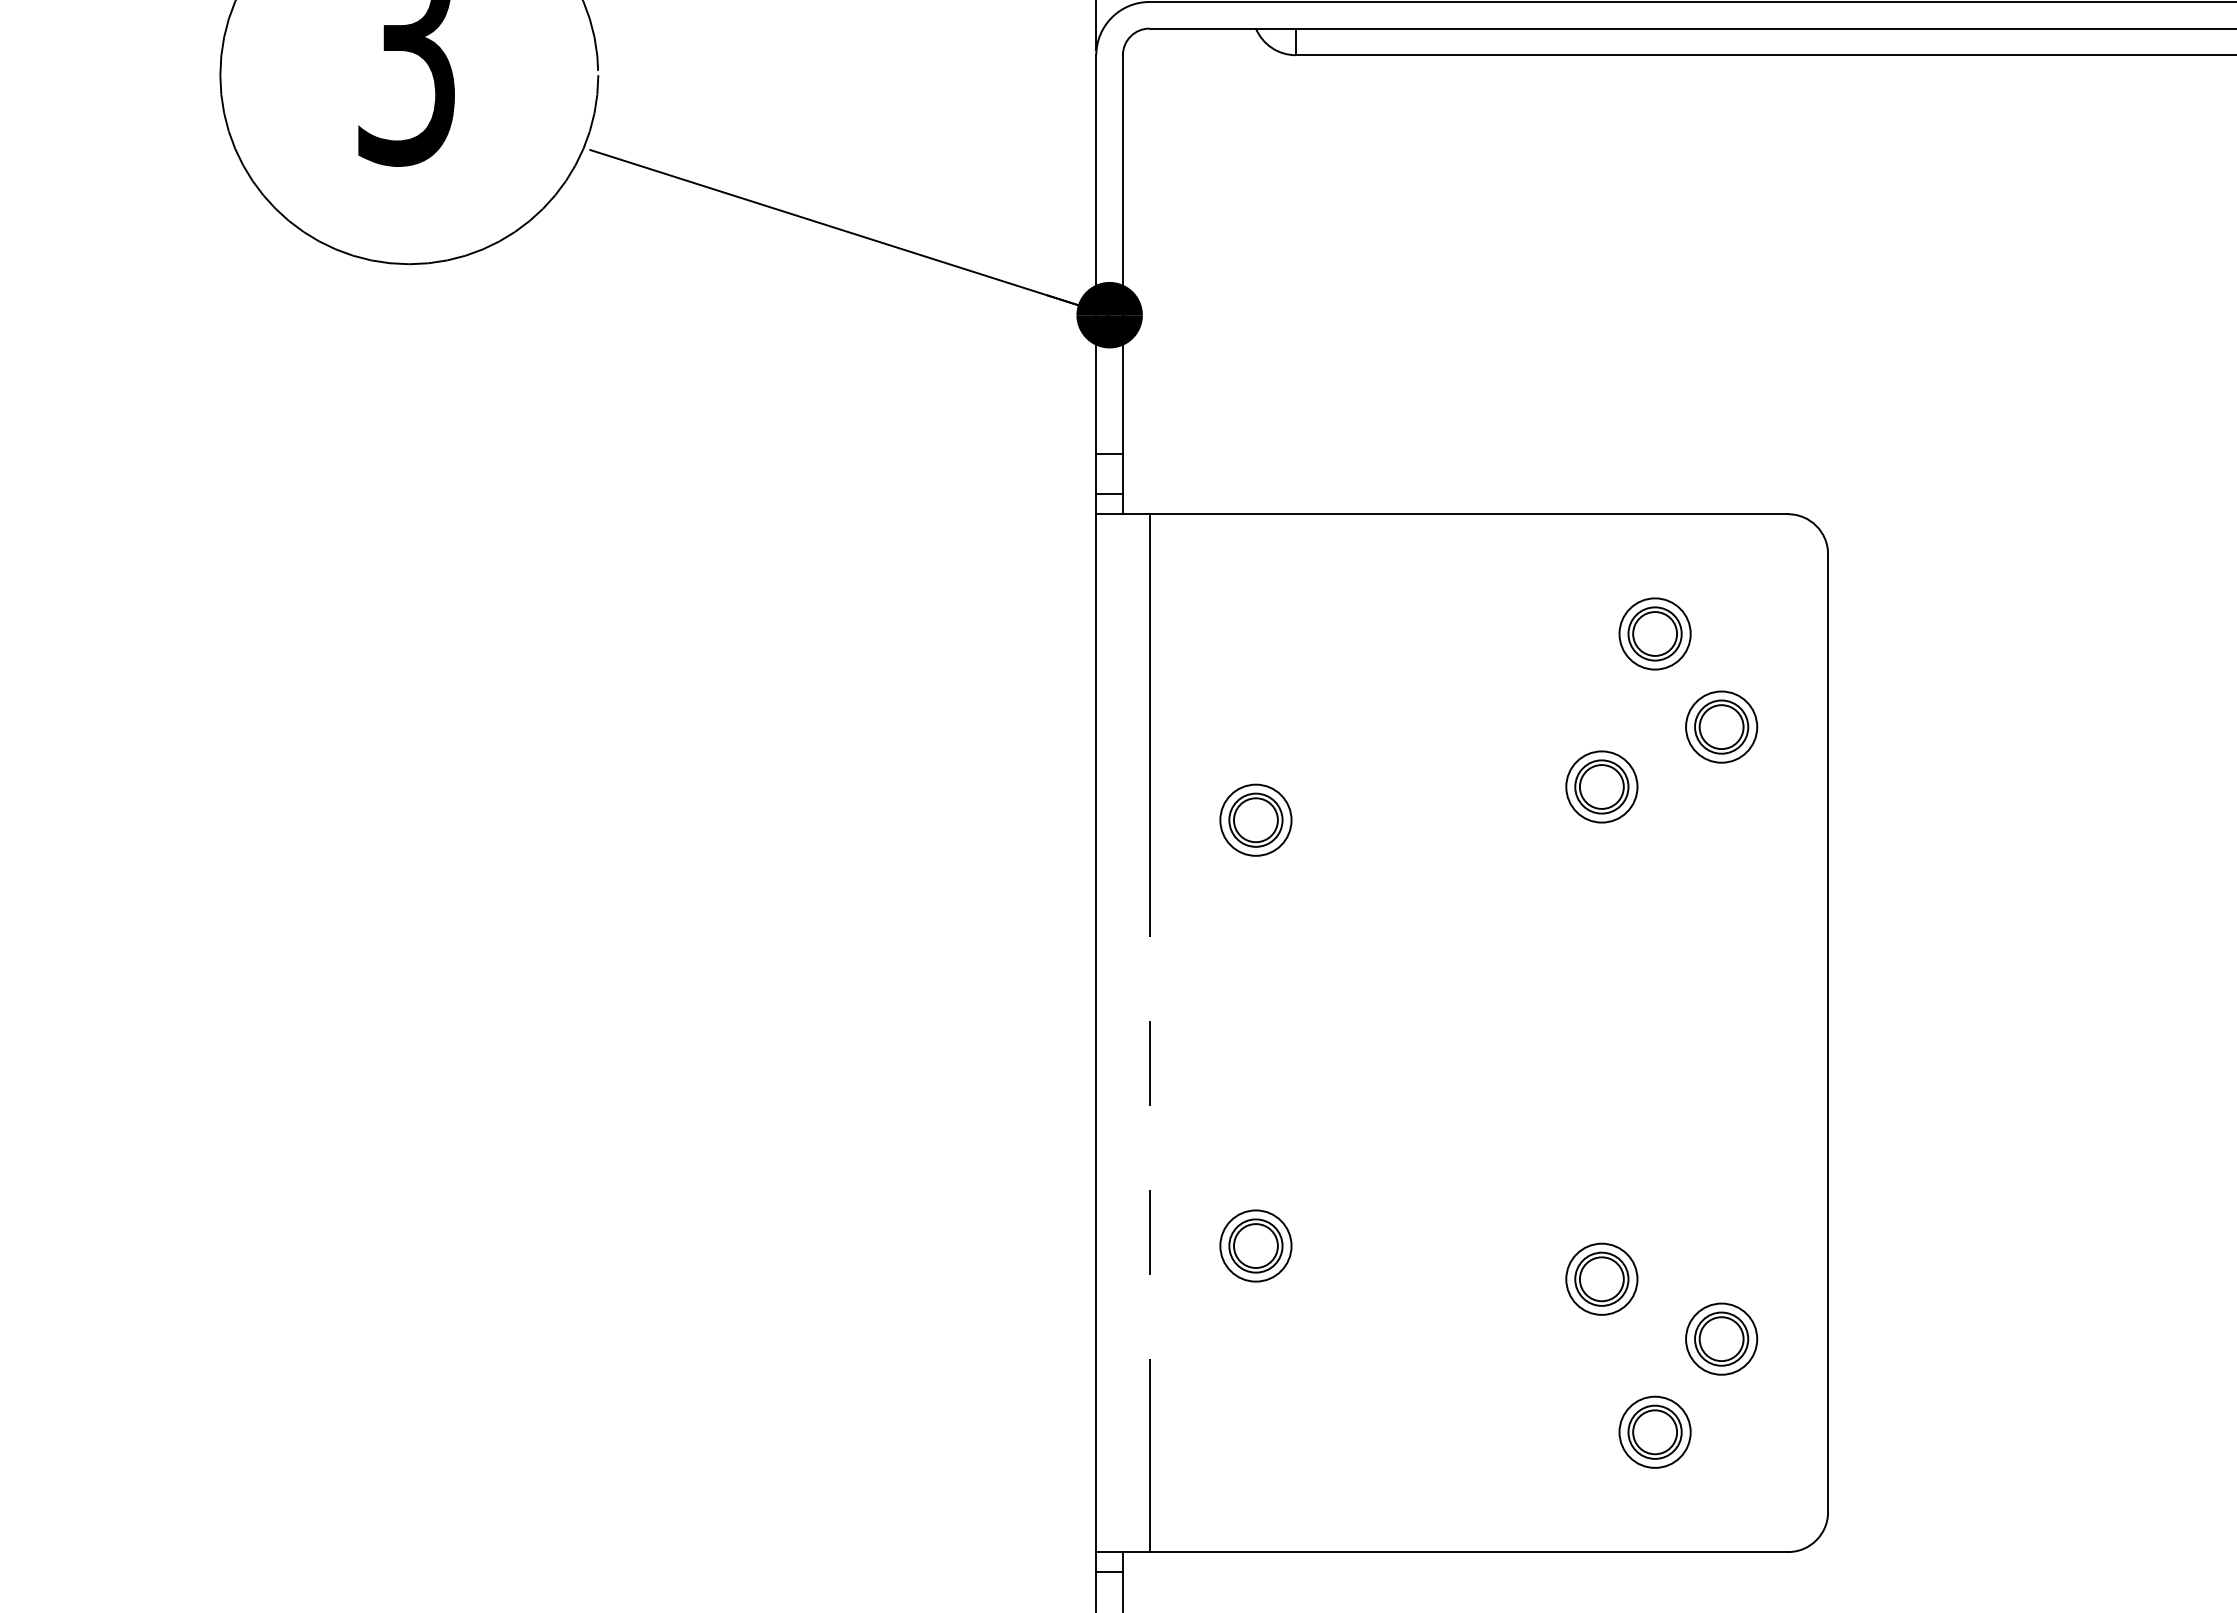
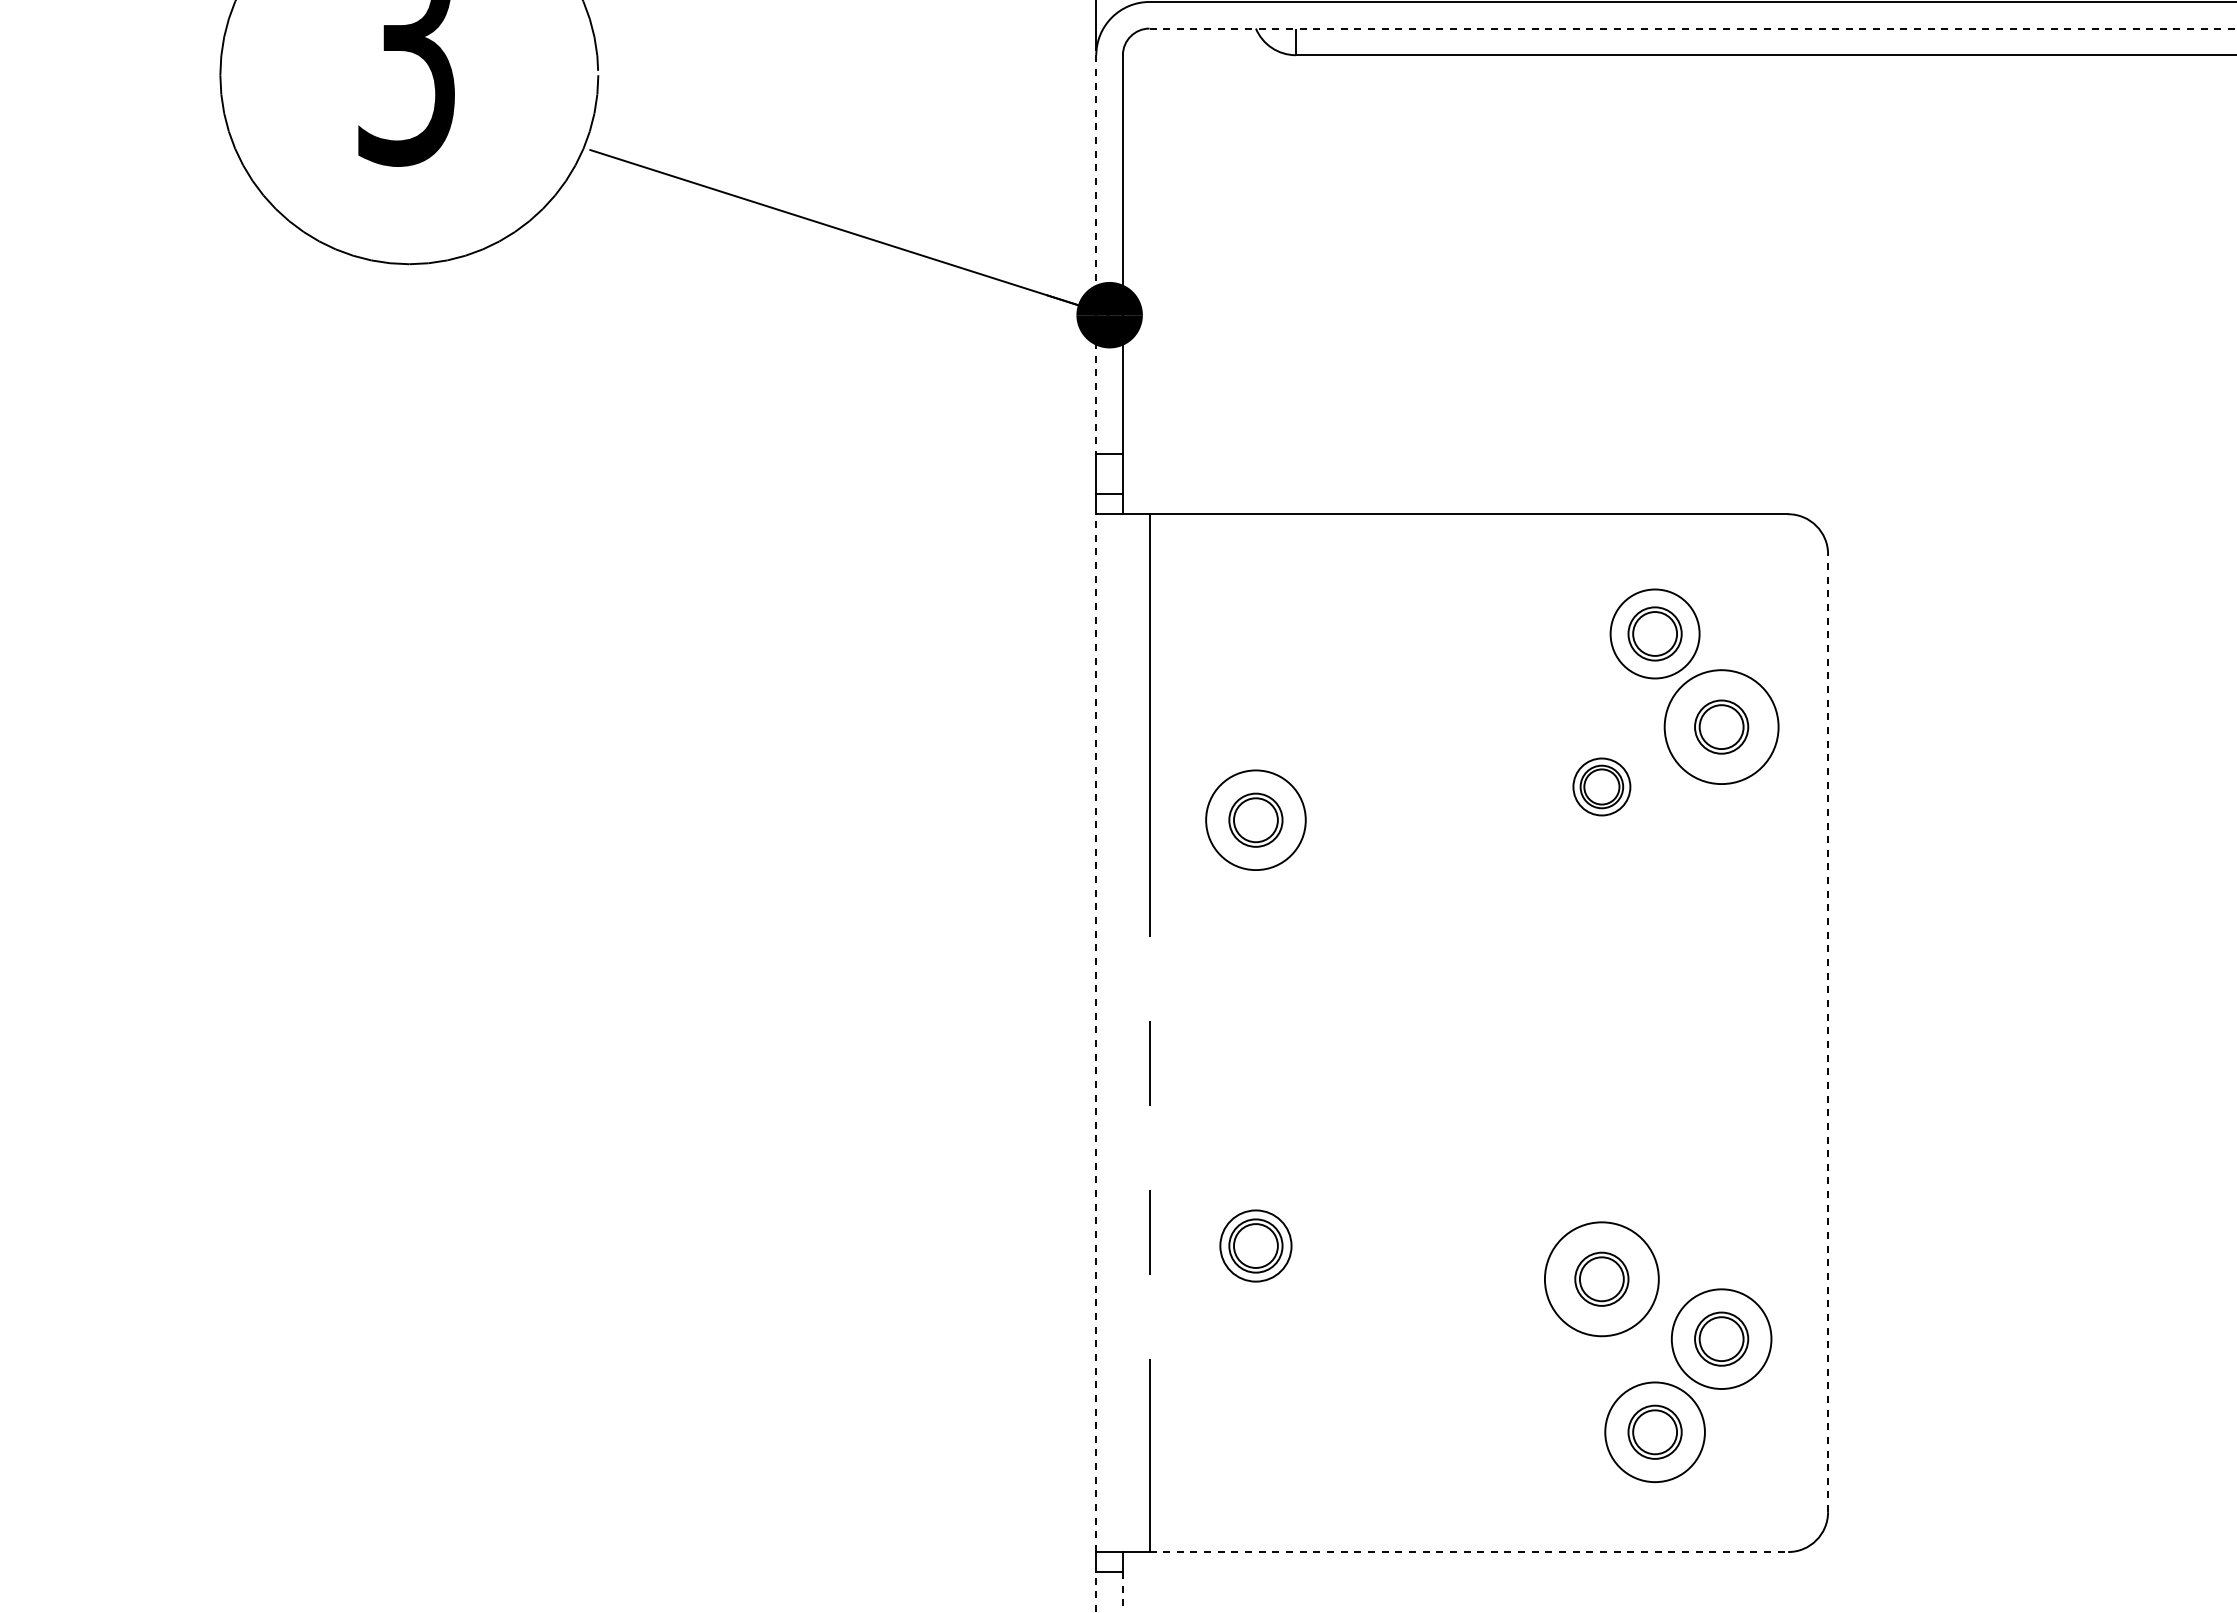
line at (1693, 28): solid -> dashed
line at (1096, 254): solid -> dashed
circle at (1654, 633) diameter: 71 px -> 89 px
circle at (1721, 726) diameter: 71 px -> 114 px
part at (1601, 786) size: 74x74 px -> 60x60 px
circle at (1255, 819) diameter: 71 px -> 100 px
line at (1096, 1033): solid -> dashed
line at (1828, 1033): solid -> dashed
circle at (1601, 1278) diameter: 71 px -> 114 px
circle at (1721, 1338) diameter: 71 px -> 100 px
circle at (1654, 1431) diameter: 71 px -> 100 px
line at (1469, 1552): solid -> dashed
line at (1096, 1591): solid -> dashed
line at (1122, 1591): solid -> dashed
